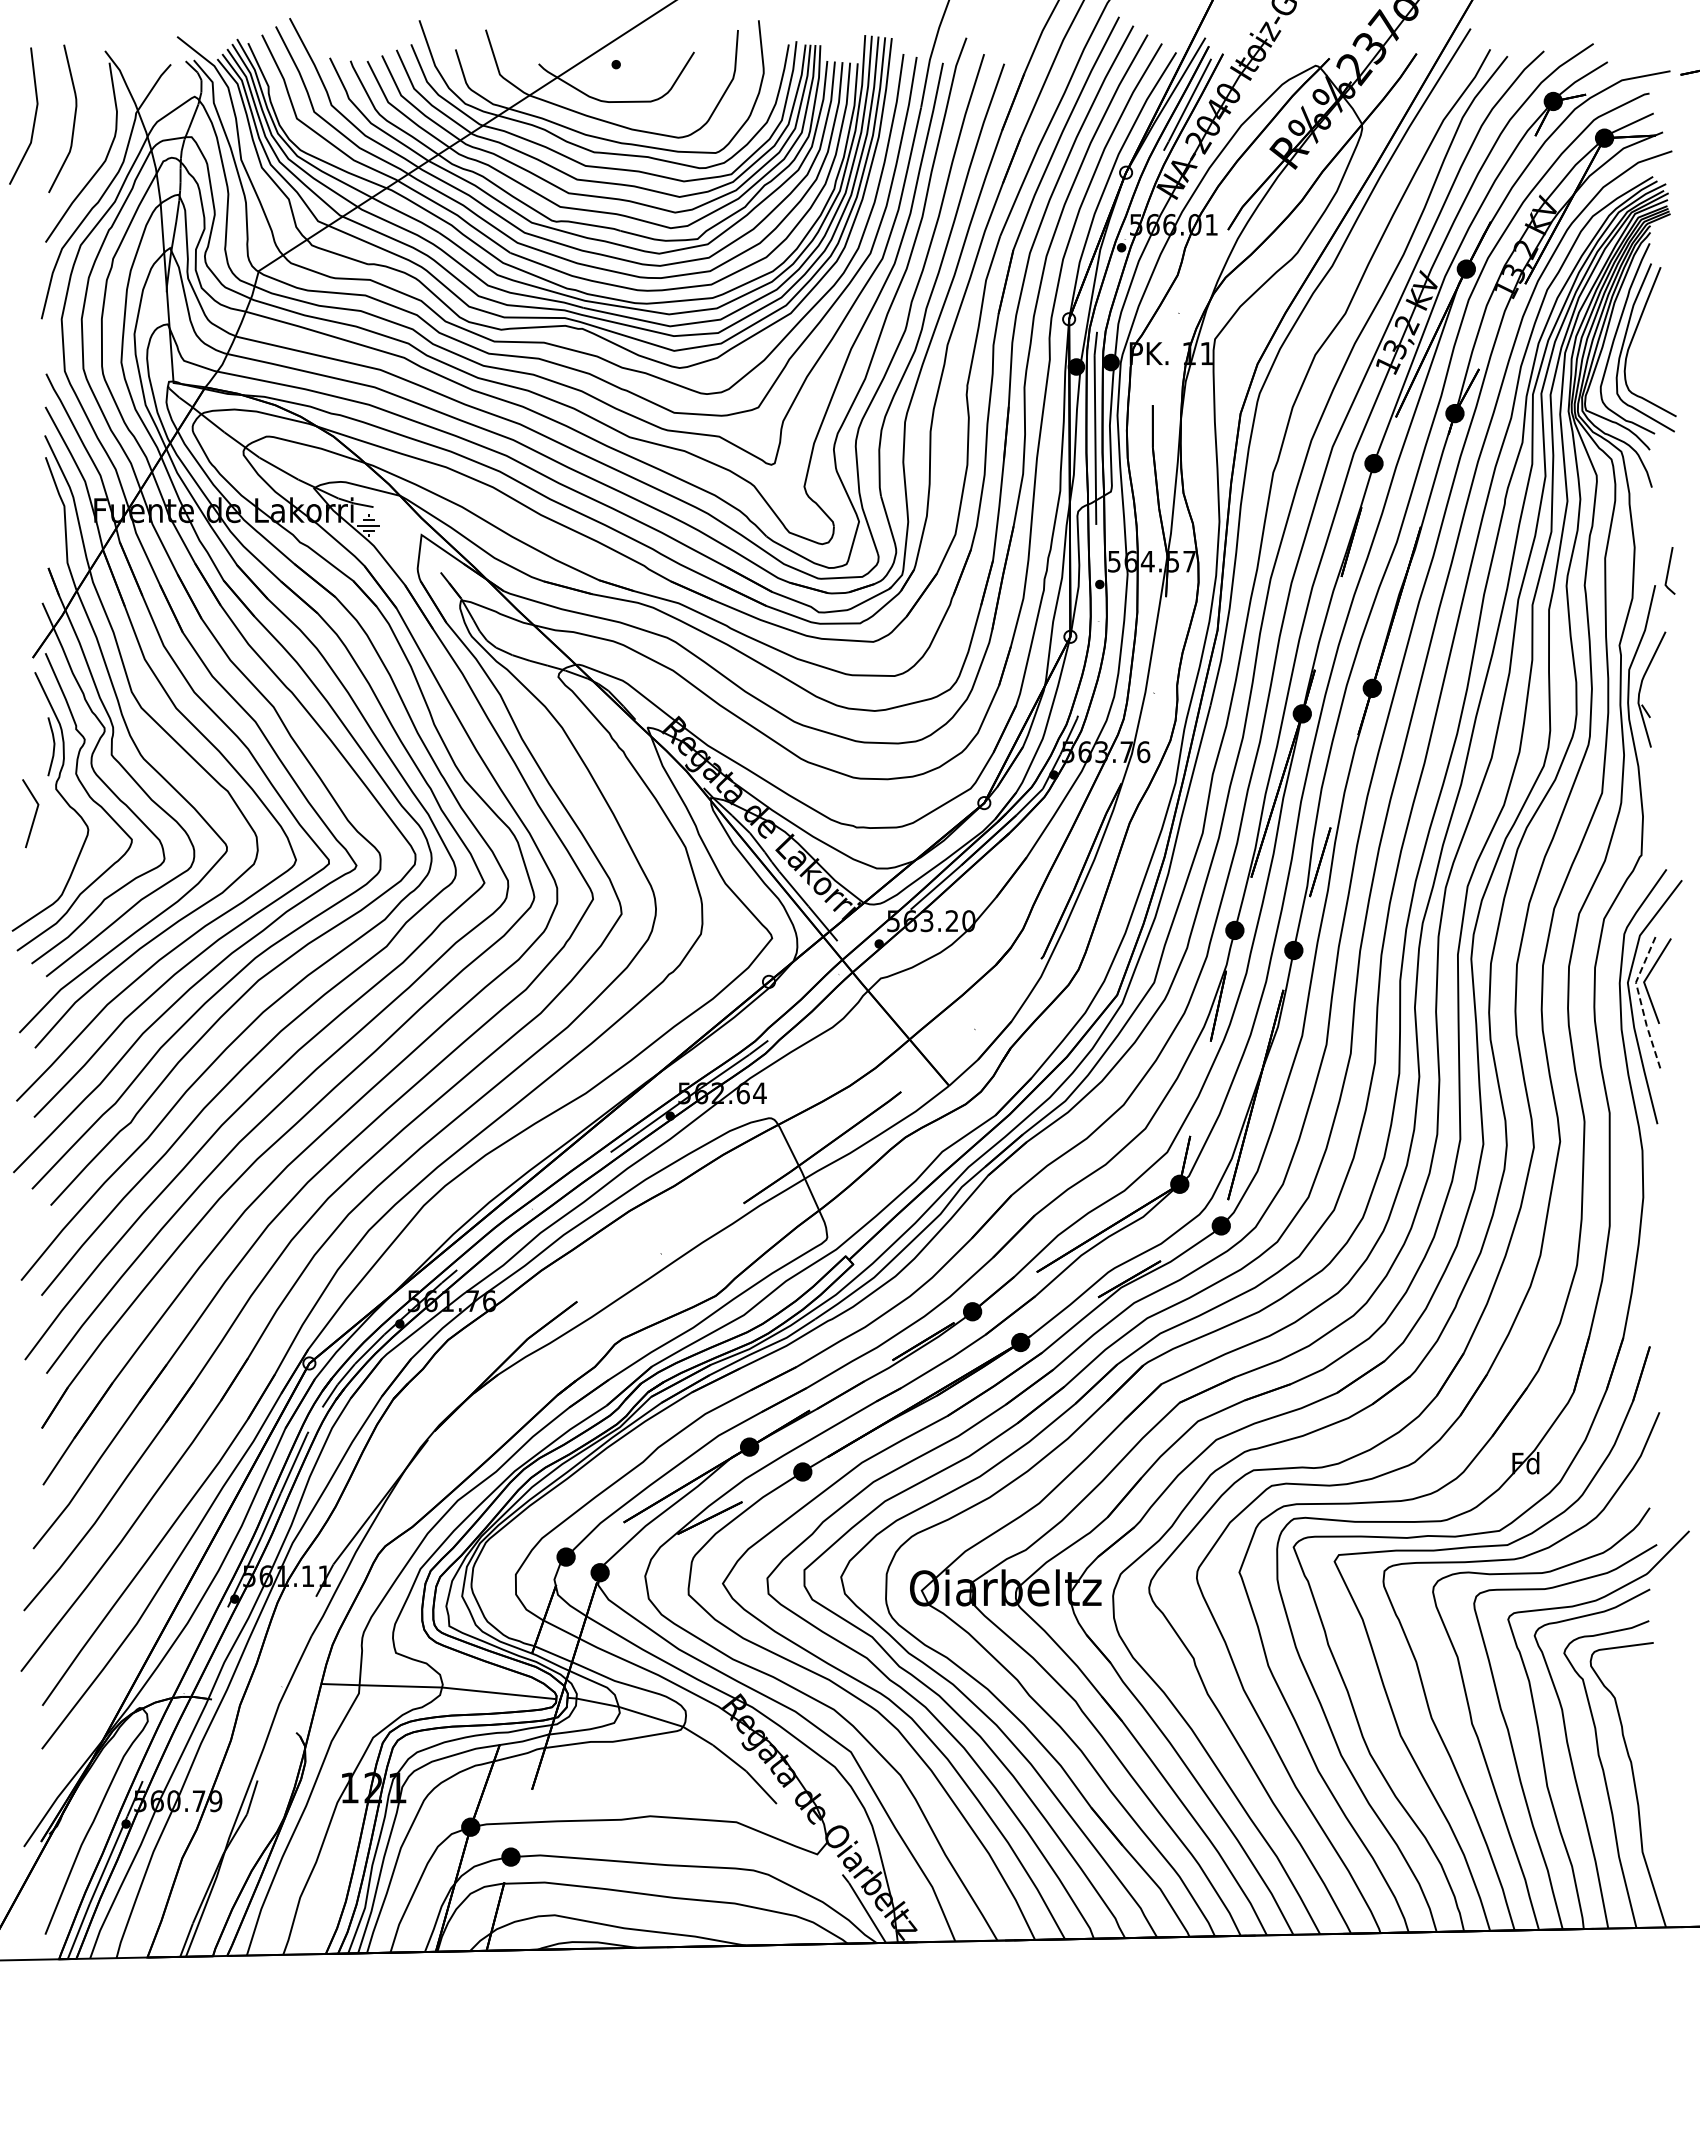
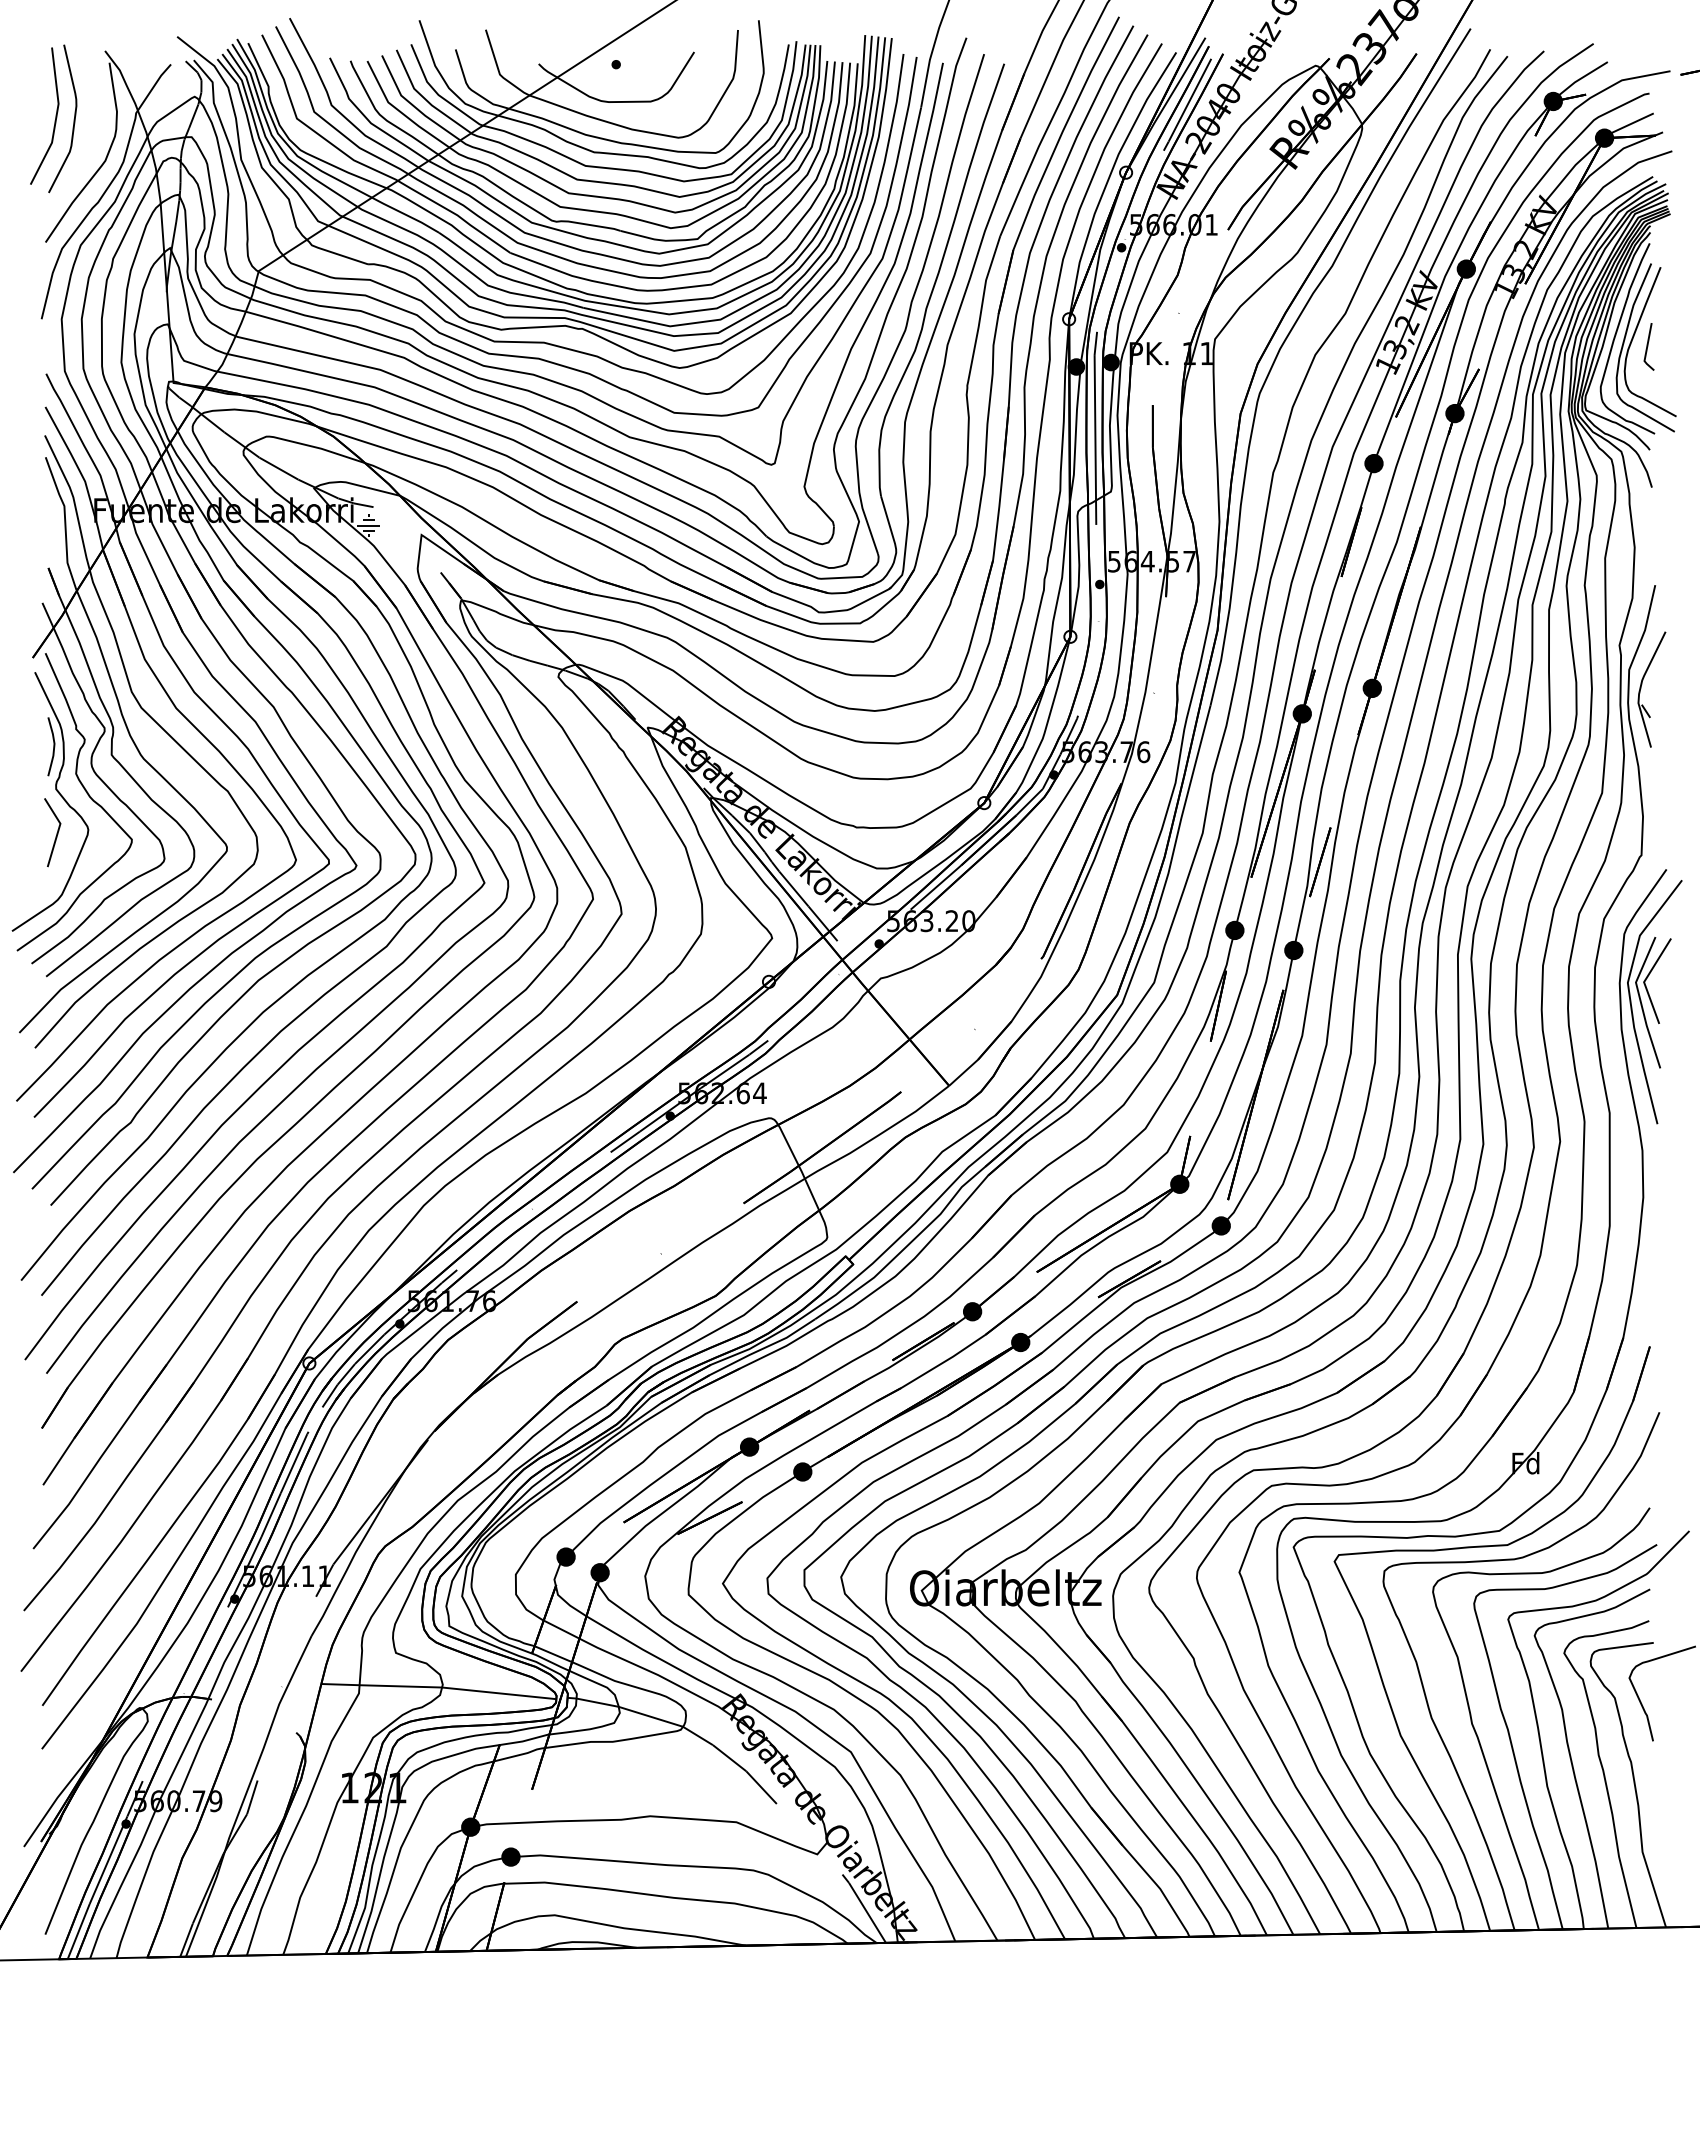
line at (34, 115) position: (34, 115) -> (55, 115)
line at (1669, 570) position: (1669, 570) -> (1648, 346)
line at (34, 813) position: (34, 813) -> (56, 832)
line at (1640, 1001): dashed -> solid
curve at (1642, 1703): none -> present
